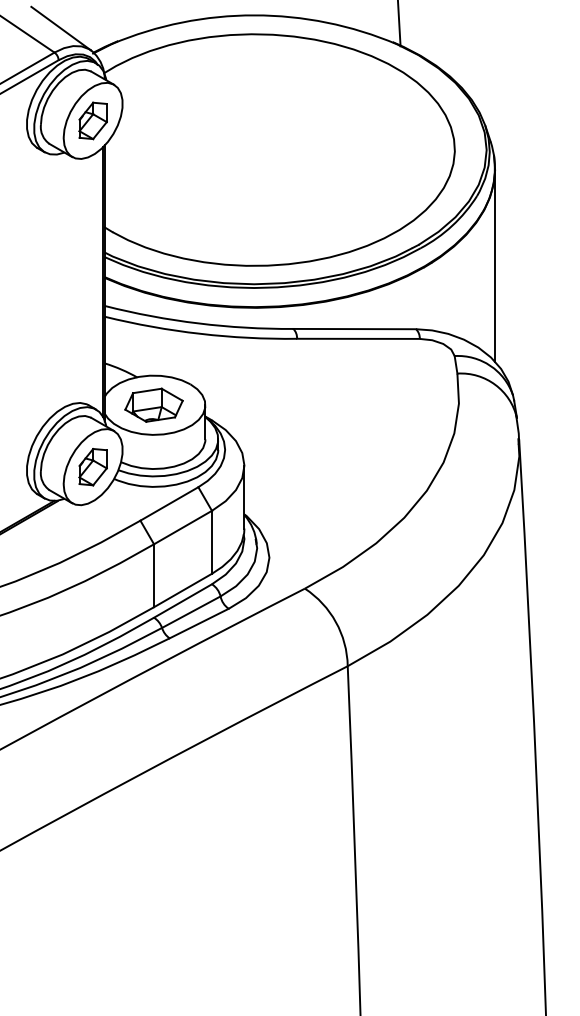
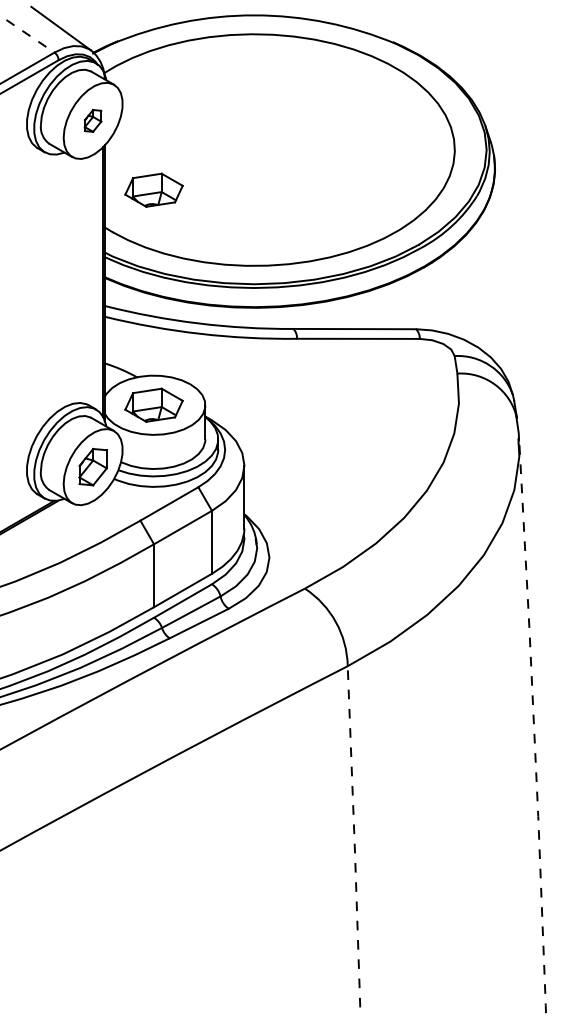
line at (399, 24): present -> none
line at (27, 34): solid -> dashed
part at (92, 120) size: 30x40 px -> 20x24 px
part at (153, 189): none -> present
line at (495, 265): present -> none
arc at (534, 727): solid -> dashed
arc at (354, 840): solid -> dashed
